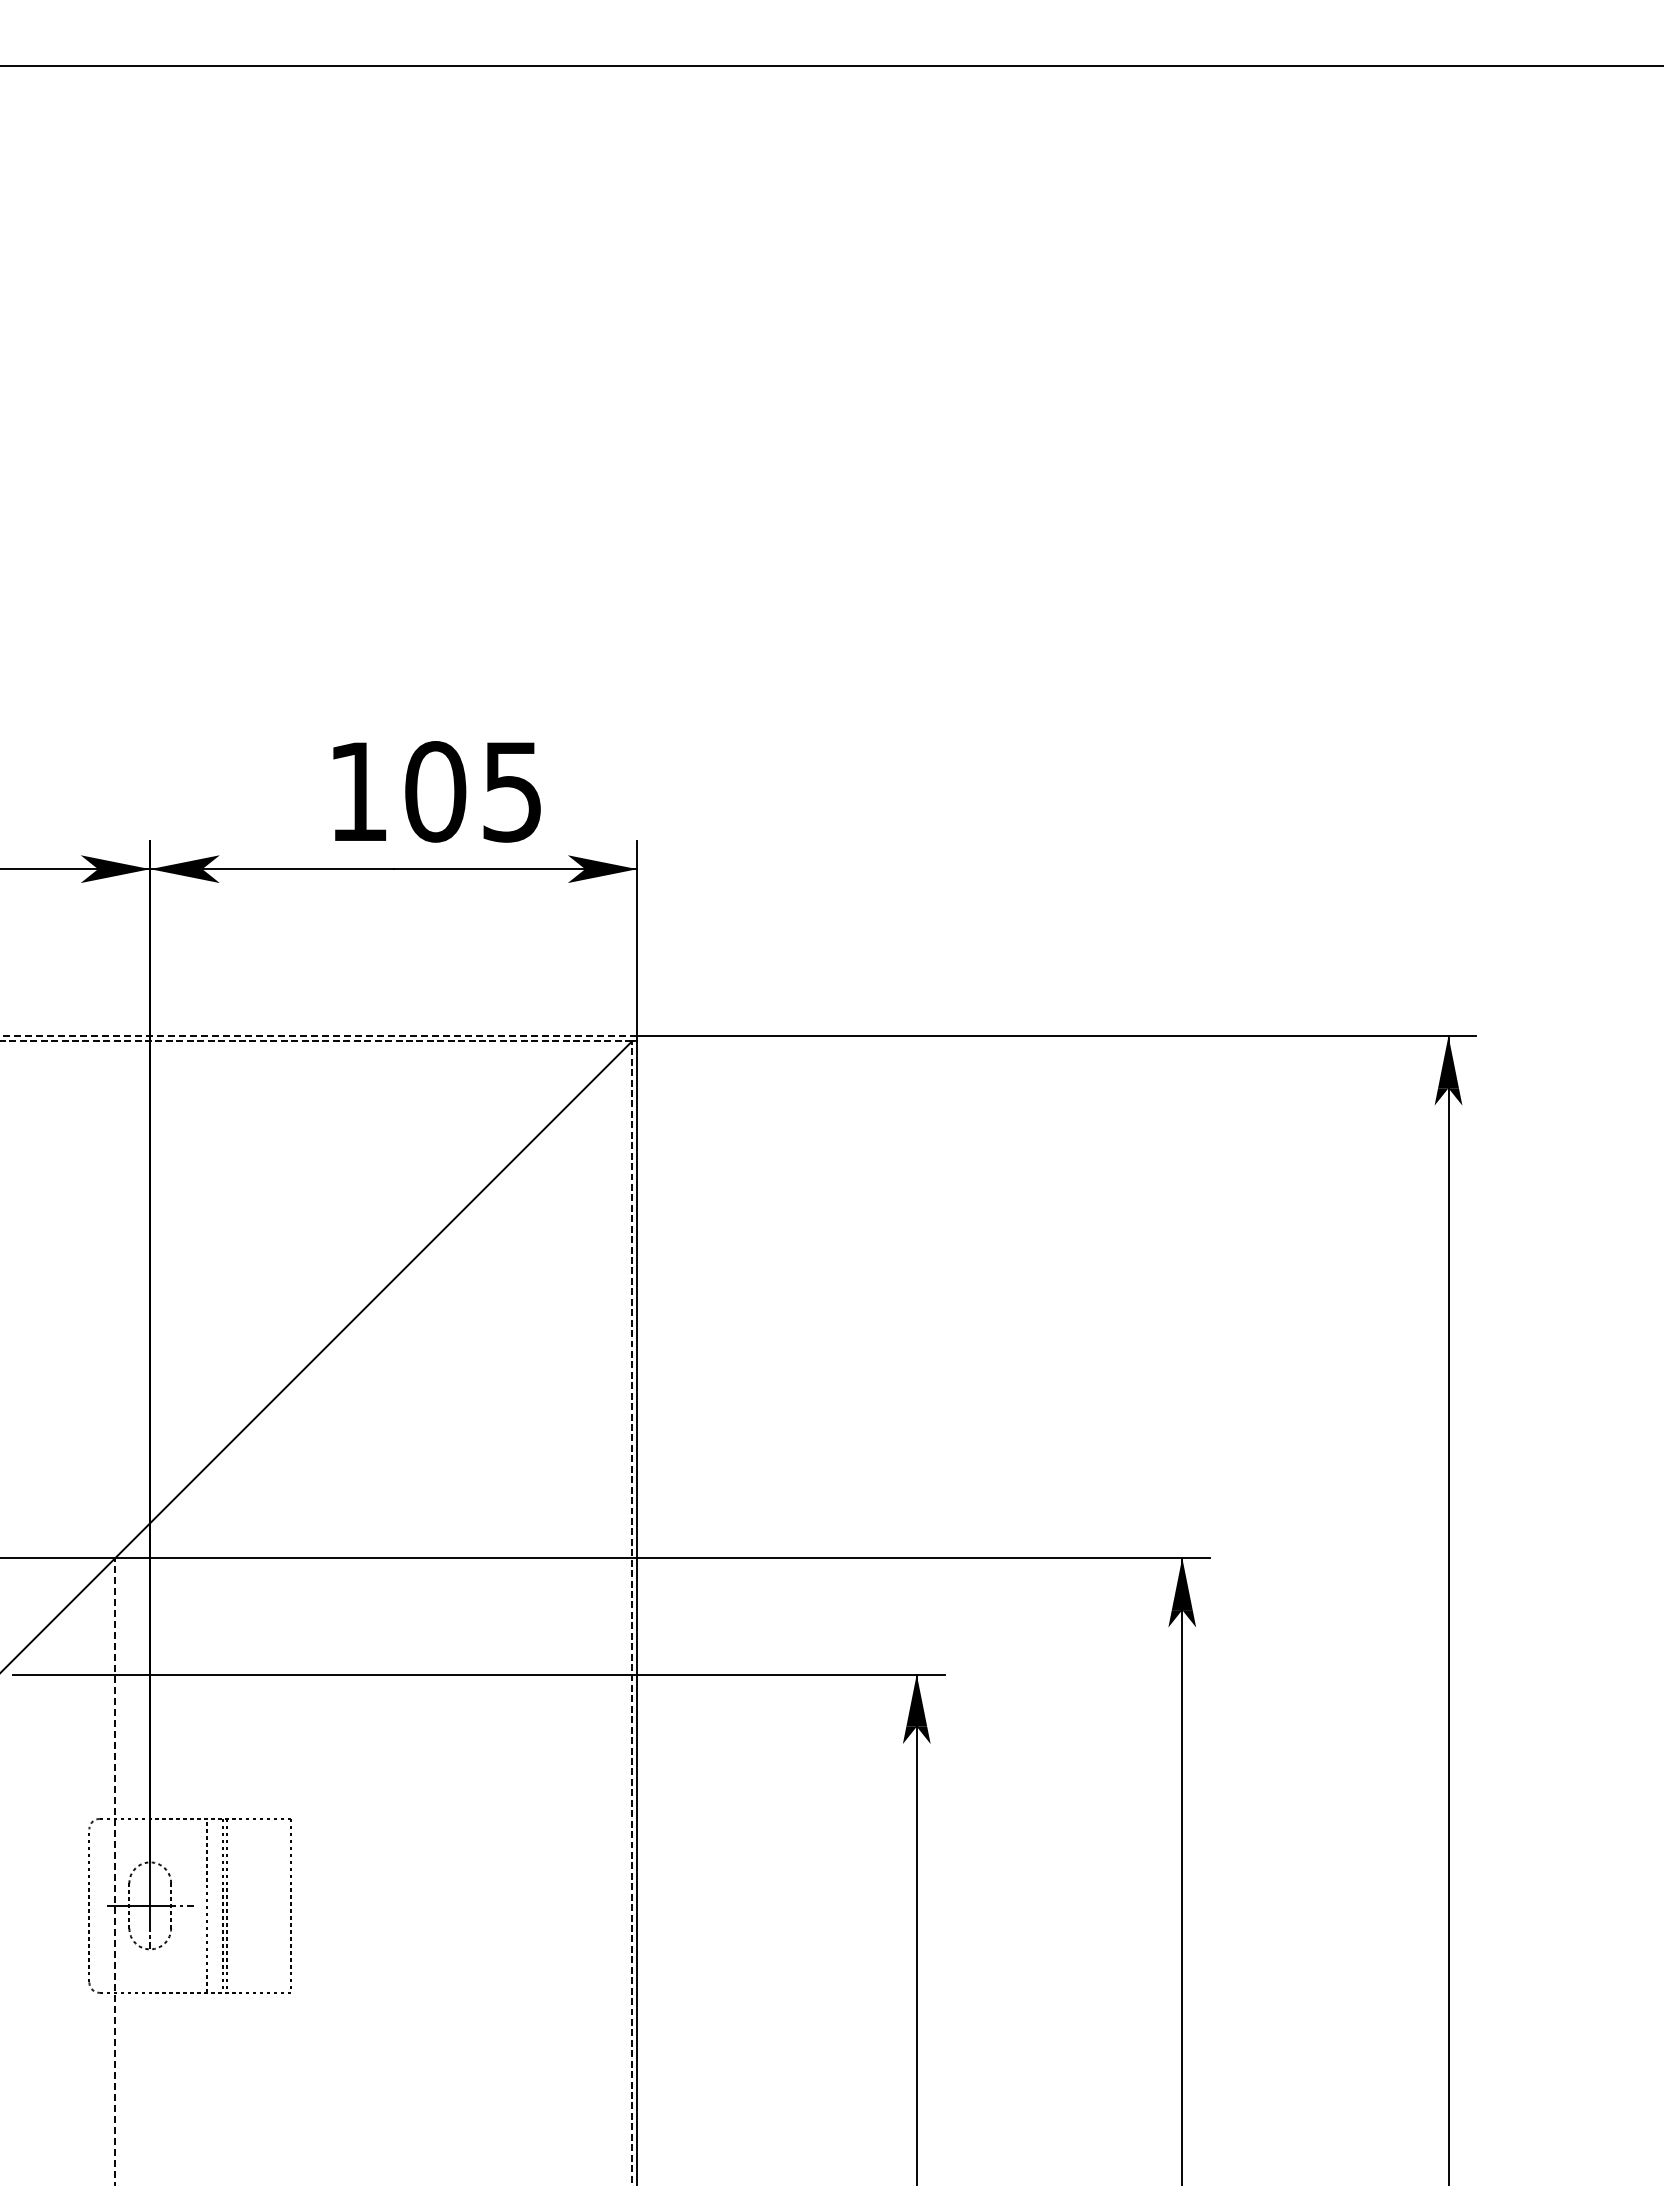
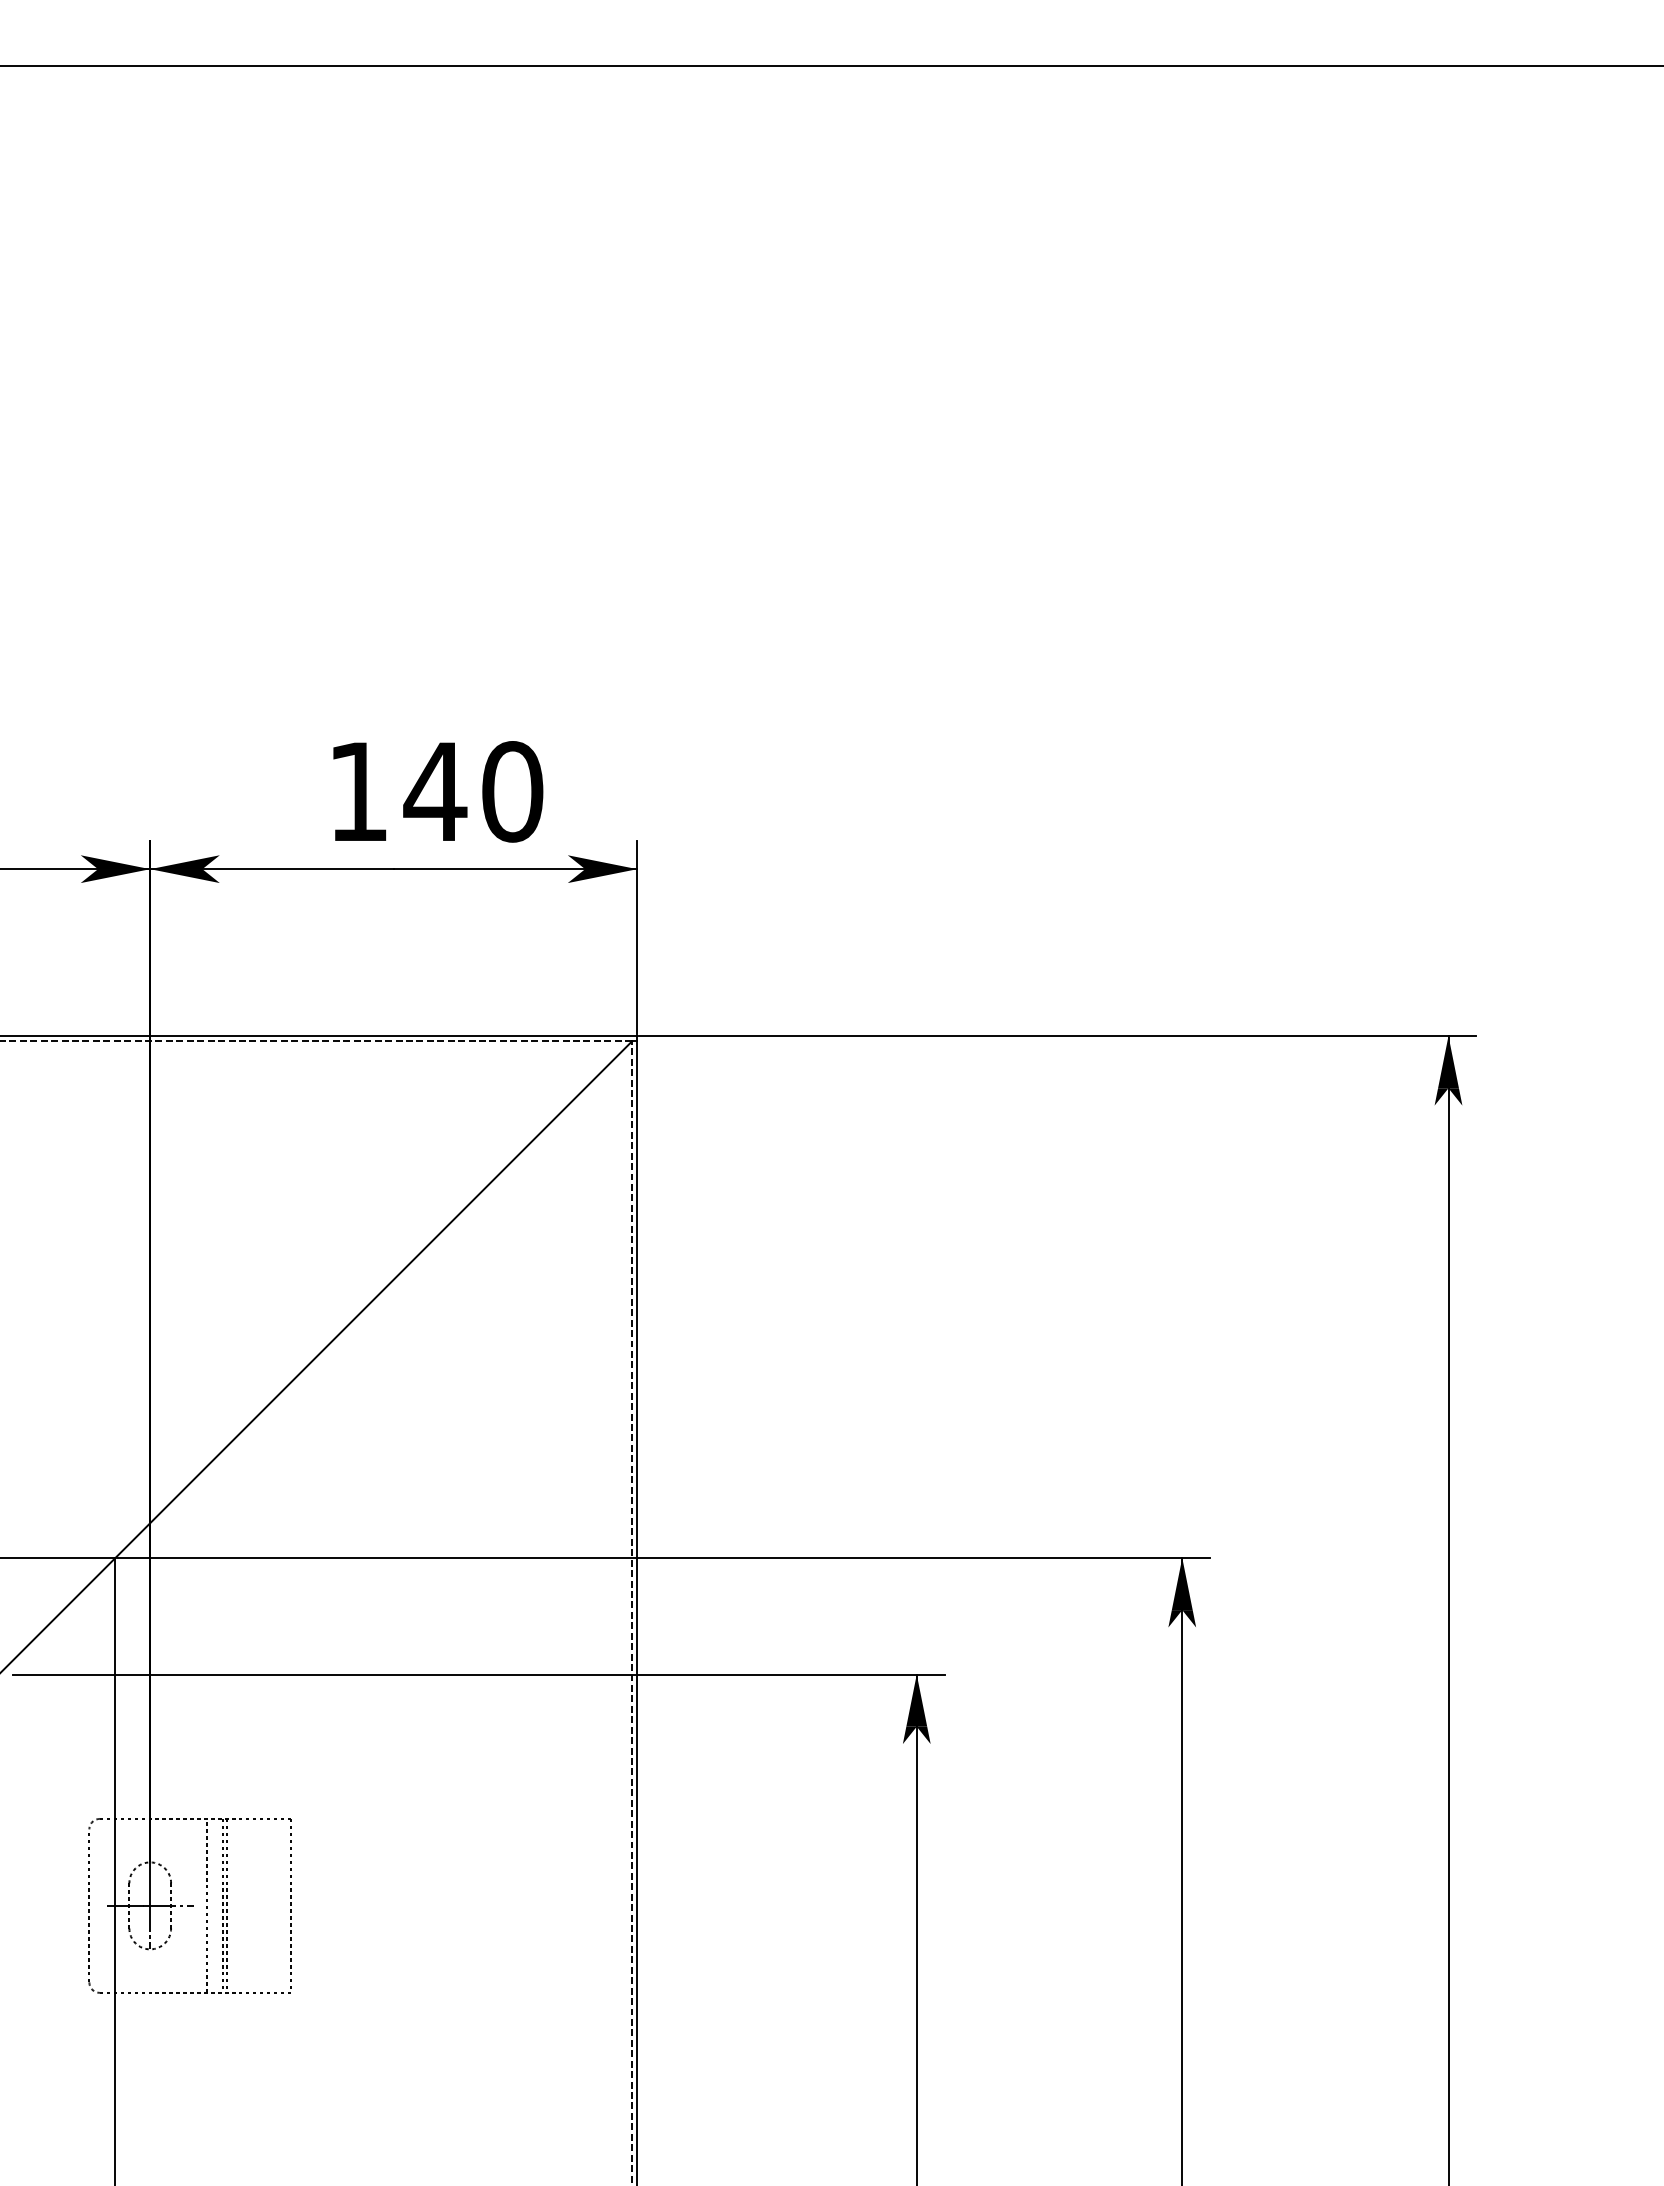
text at (473, 791): 105 -> 140
line at (318, 1036): dashed -> solid
line at (115, 1871): dashed -> solid
